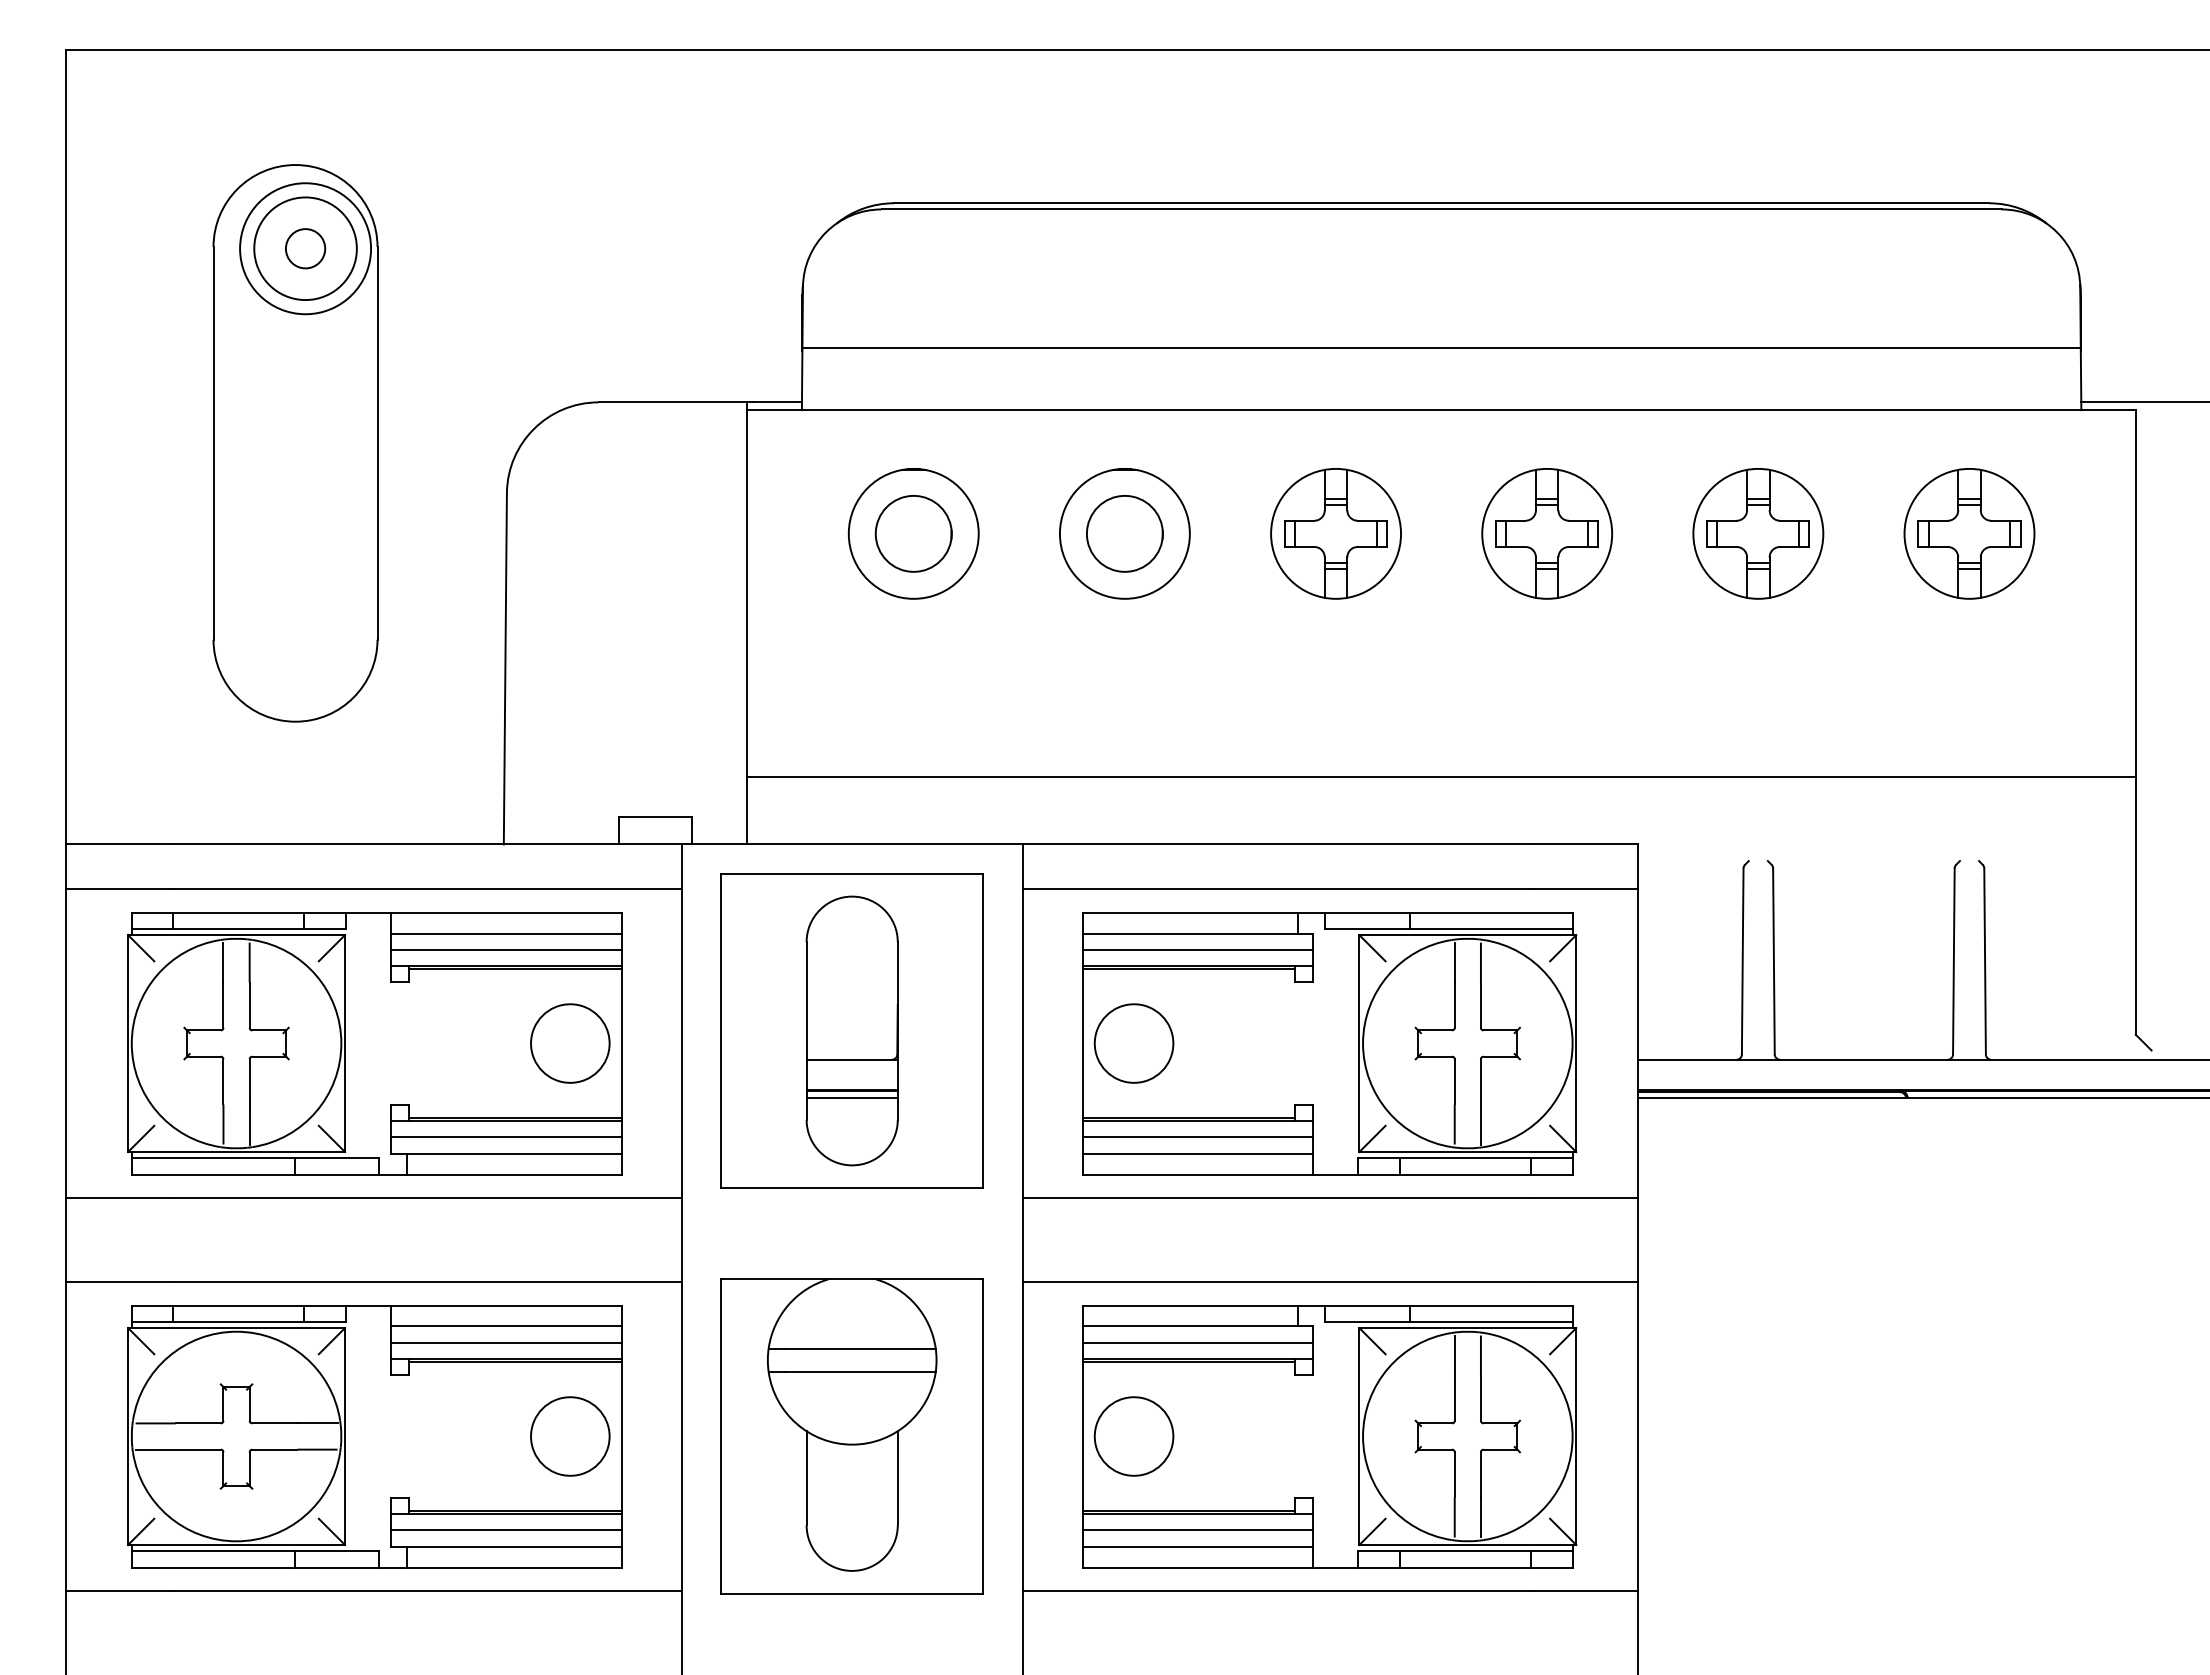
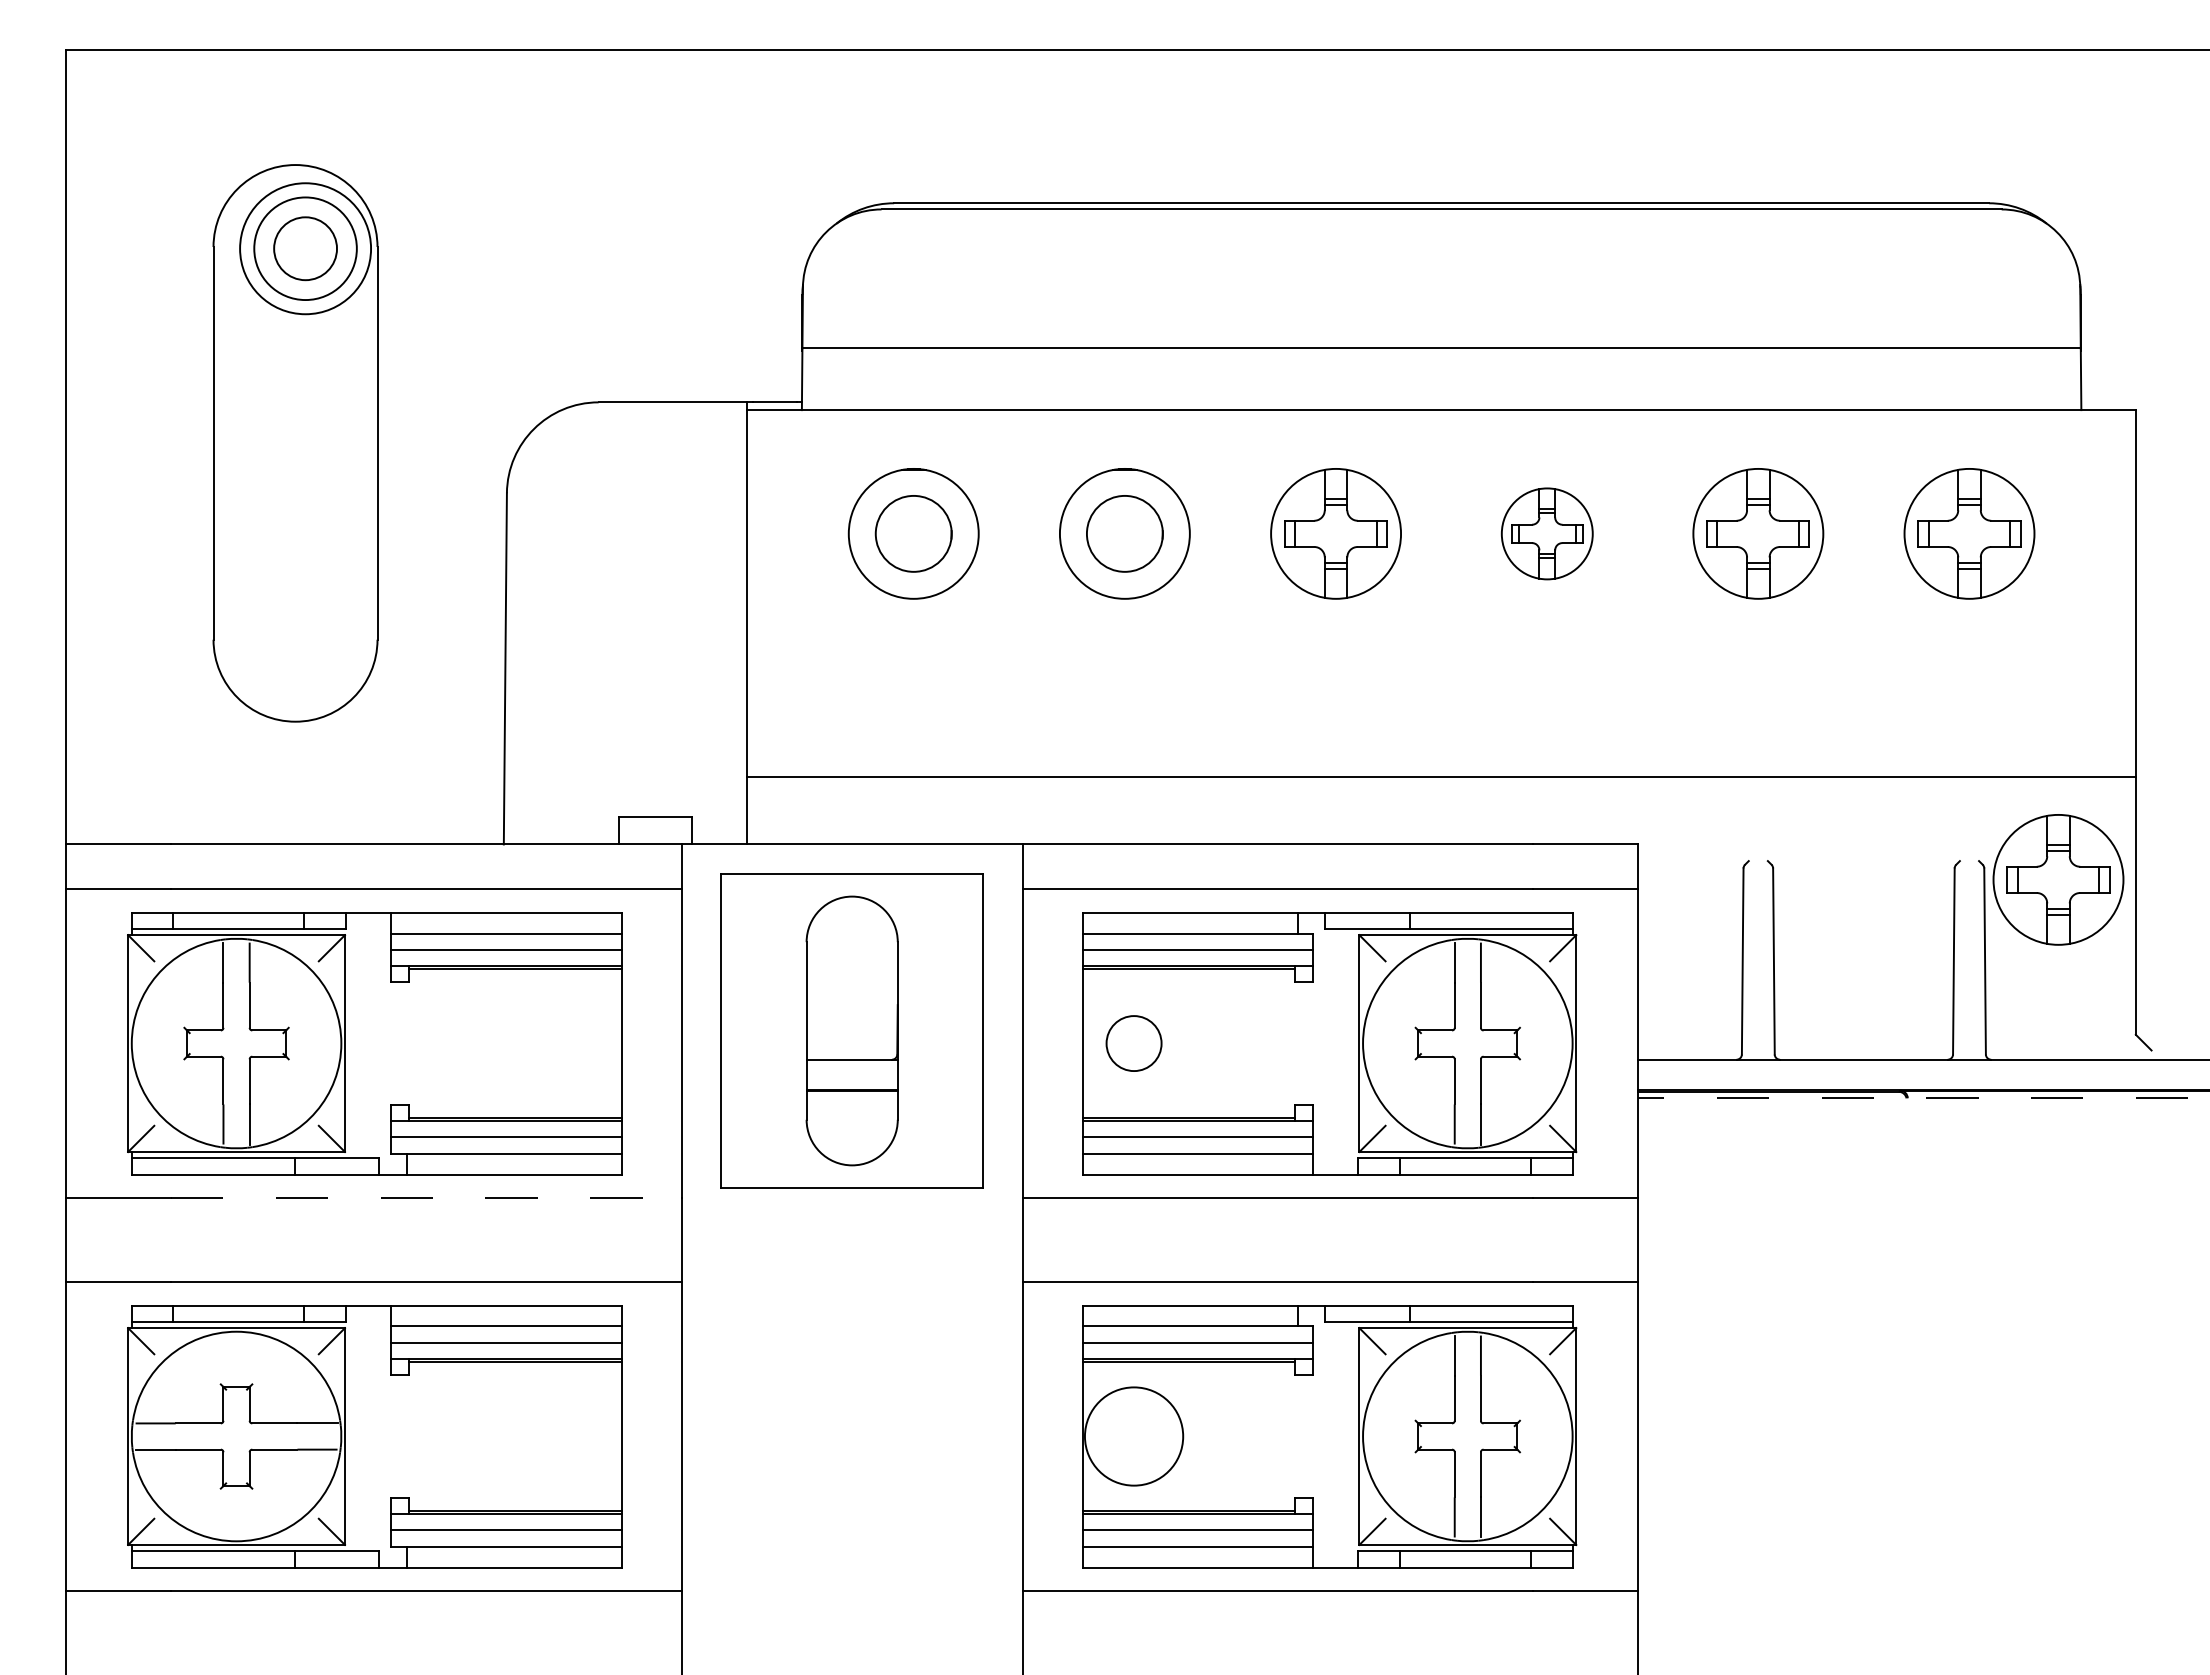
circle at (305, 248) diameter: 39 px -> 63 px
line at (2143, 402): present -> none
part at (1547, 533) size: 133x132 px -> 94x94 px
part at (2058, 879): none -> present
circle at (570, 1043): present -> none
circle at (1133, 1043) diameter: 79 px -> 55 px
line at (851, 1098): present -> none
line at (1923, 1098): solid -> dashed
line at (426, 1198): solid -> dashed
circle at (570, 1436): present -> none
part at (851, 1436): present -> none
circle at (1133, 1436) diameter: 79 px -> 98 px
